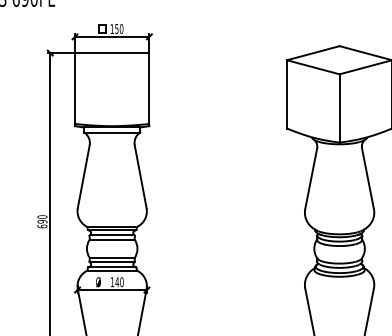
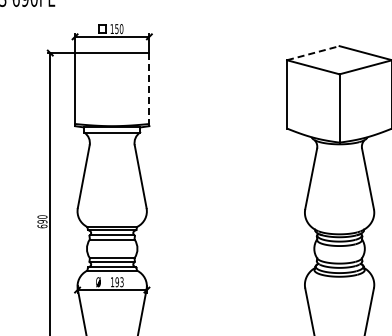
line at (313, 53): solid -> dashed
line at (149, 89): solid -> dashed
text at (119, 282): 140 -> 193
